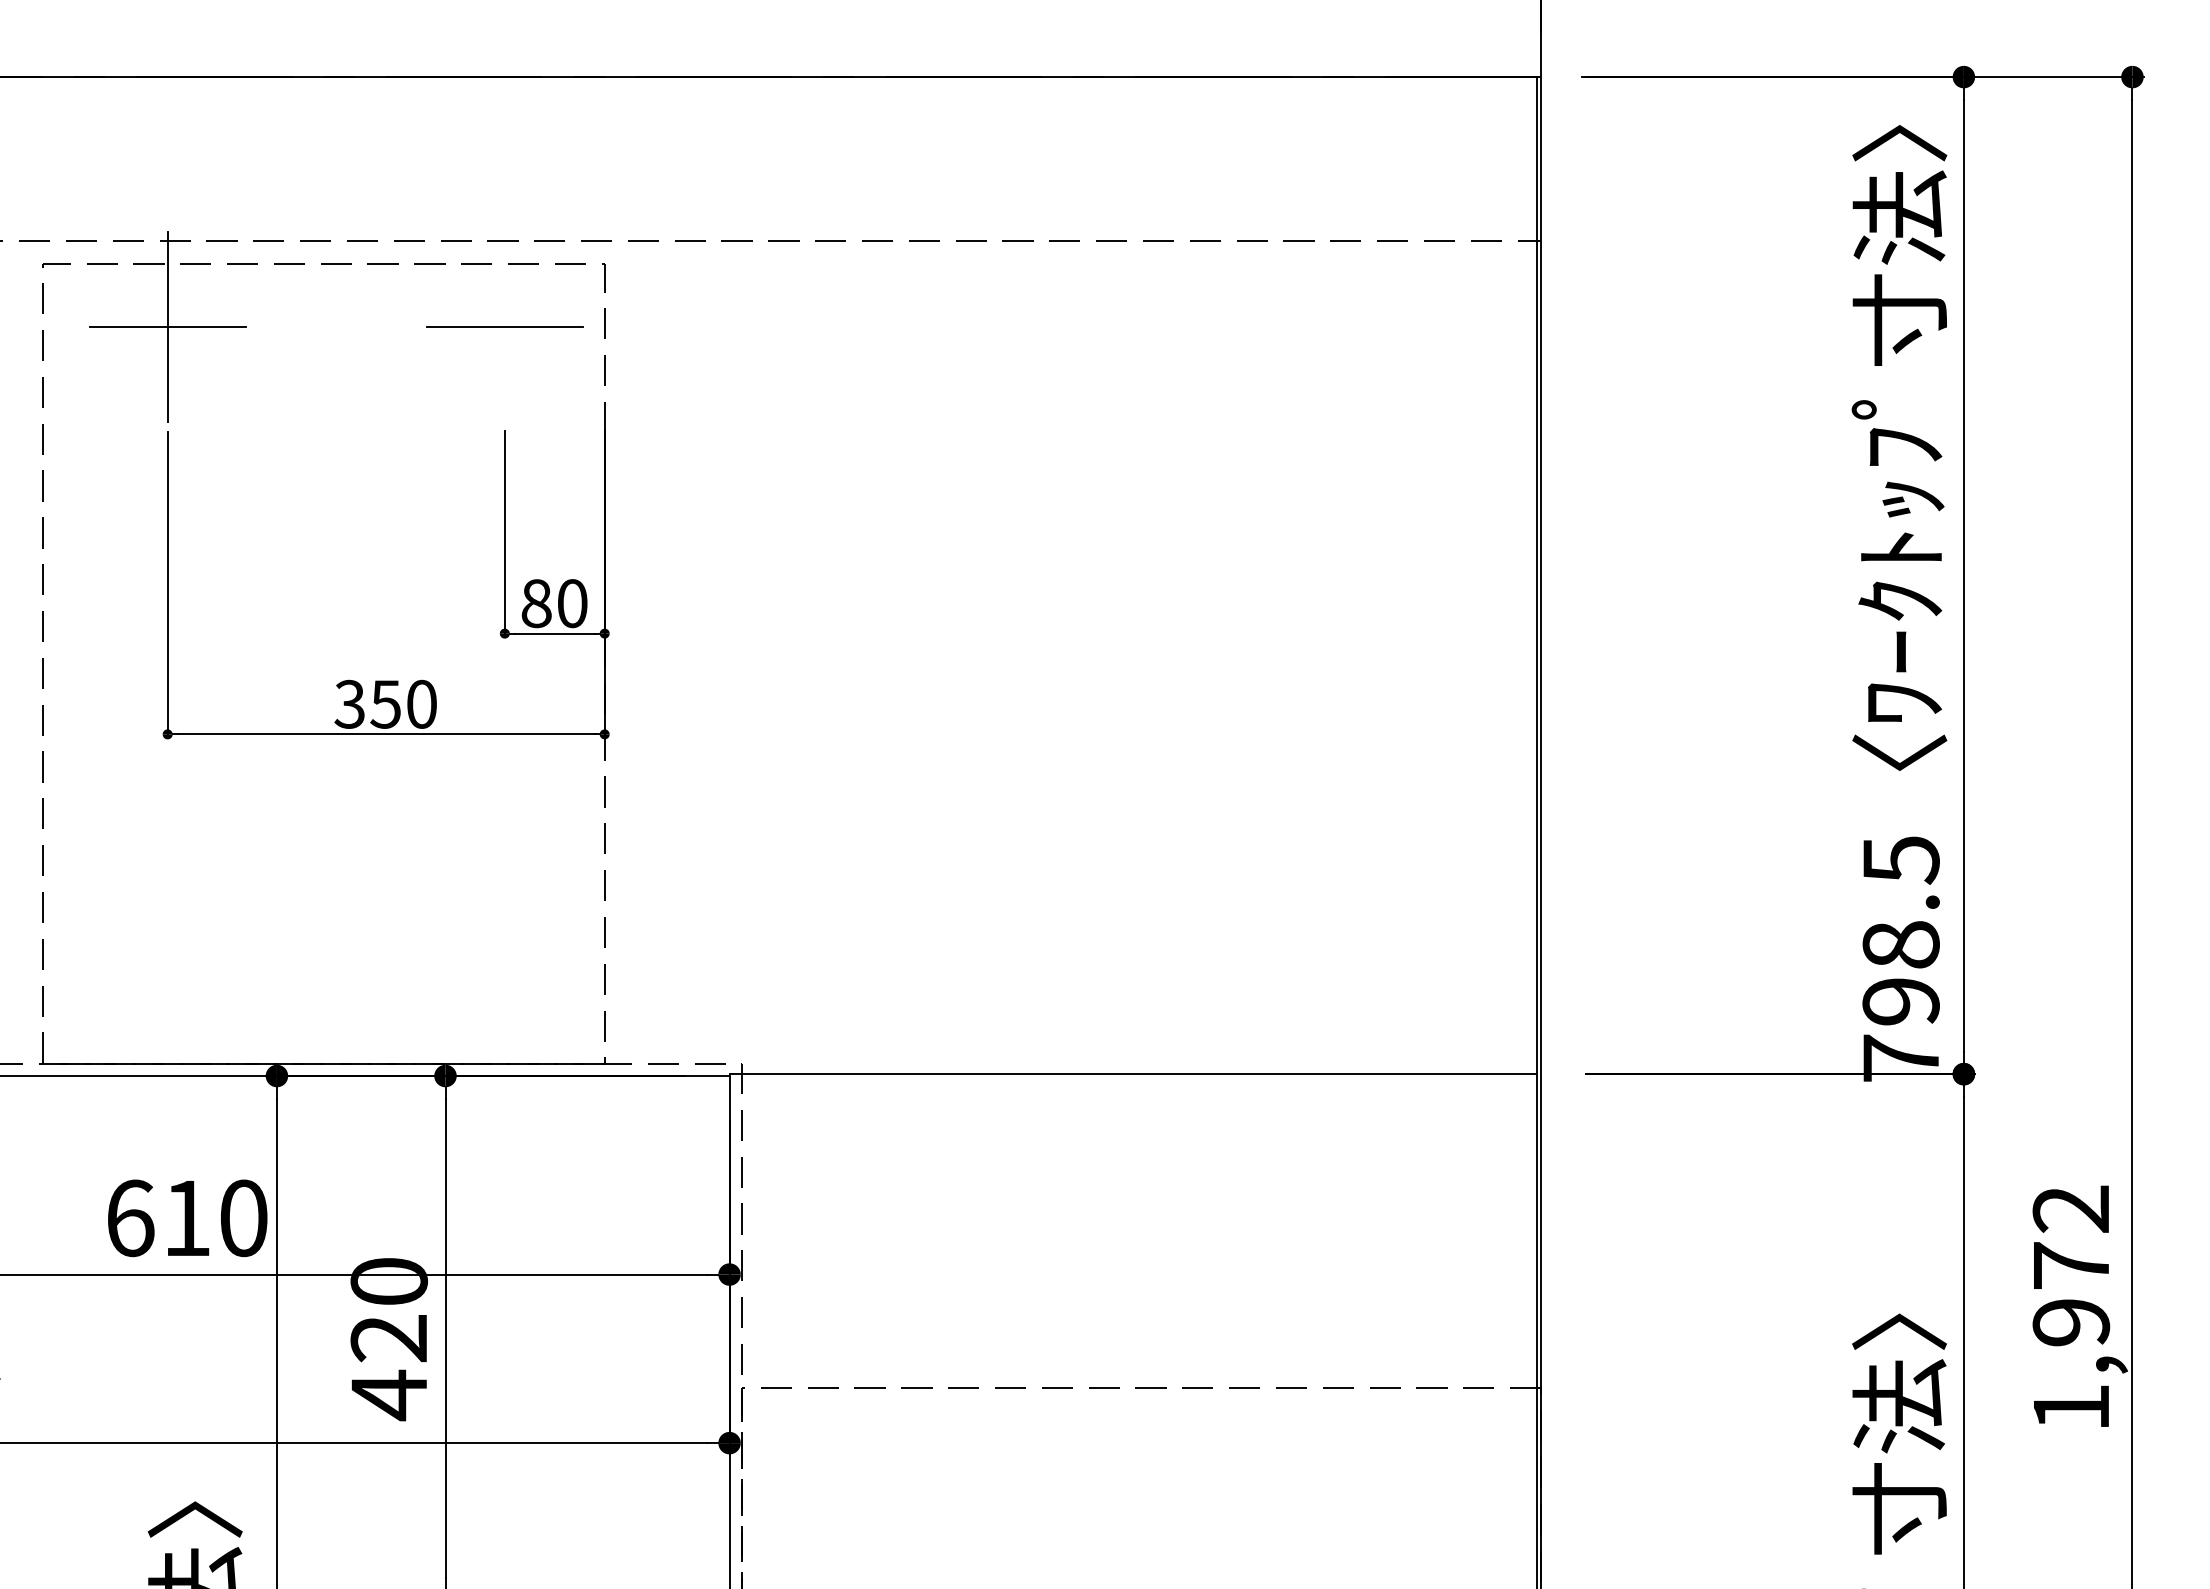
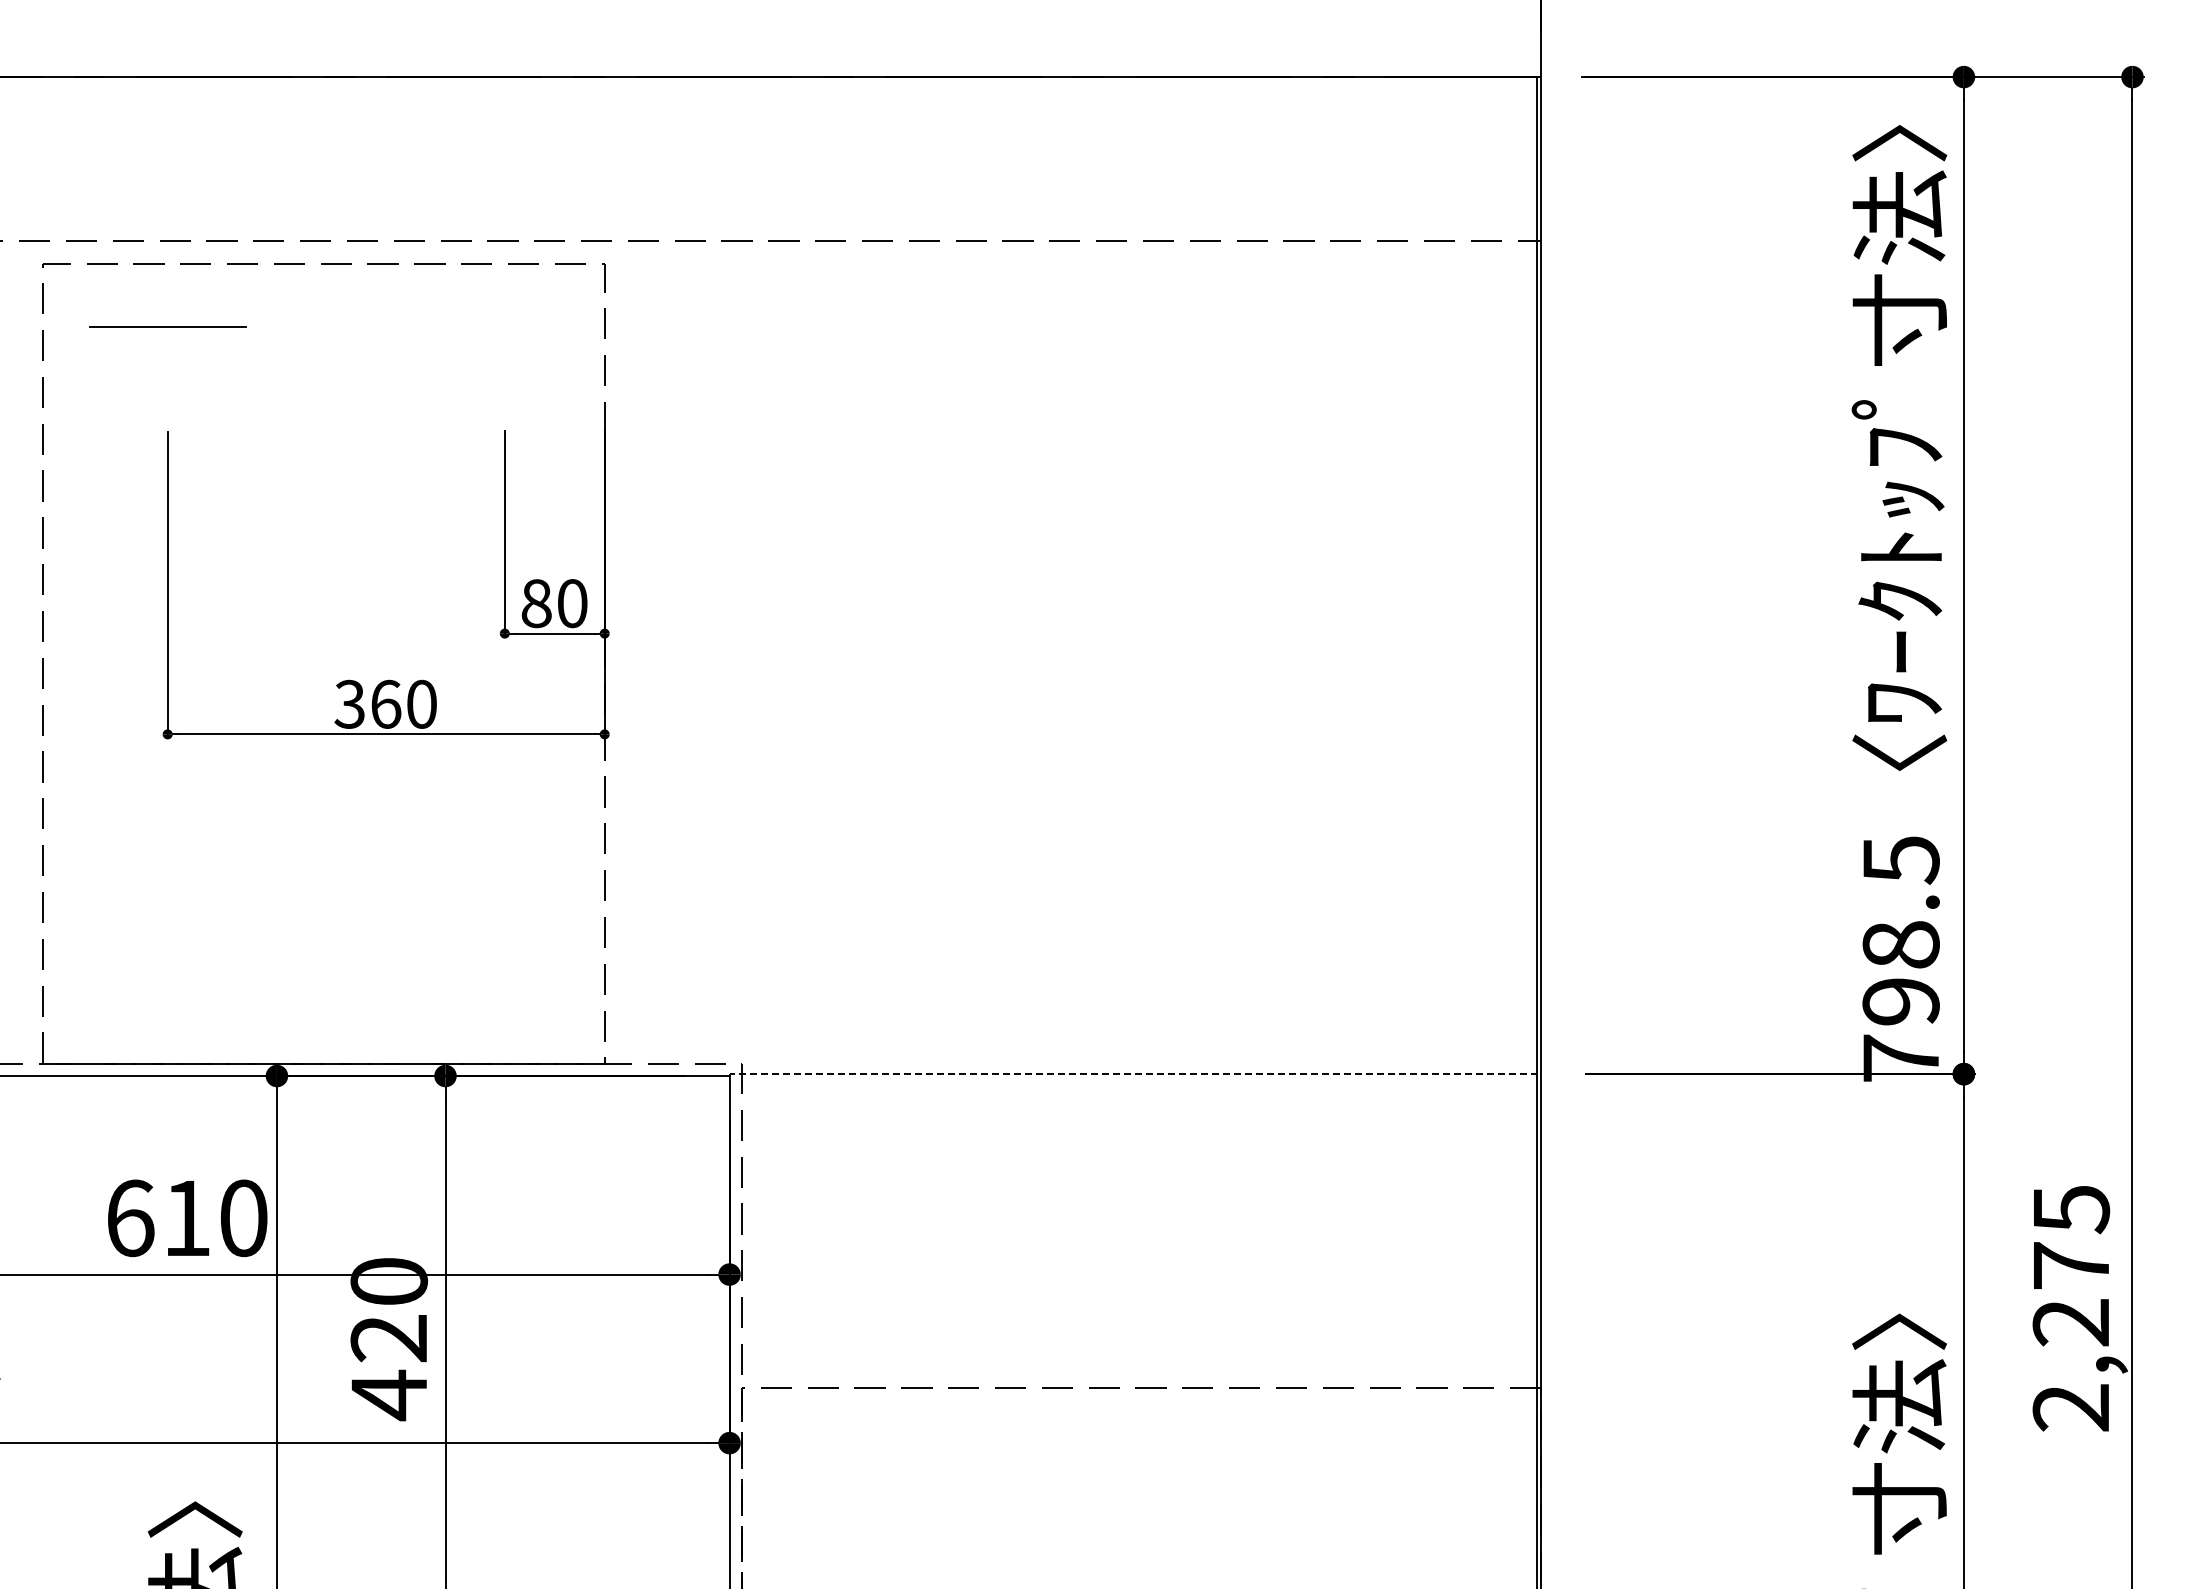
line at (167, 326): present -> none
line at (504, 326): present -> none
text at (385, 703): 350 -> 360
line at (1132, 1074): solid -> dashed
text at (2071, 1308): 1,972 -> 2,275
